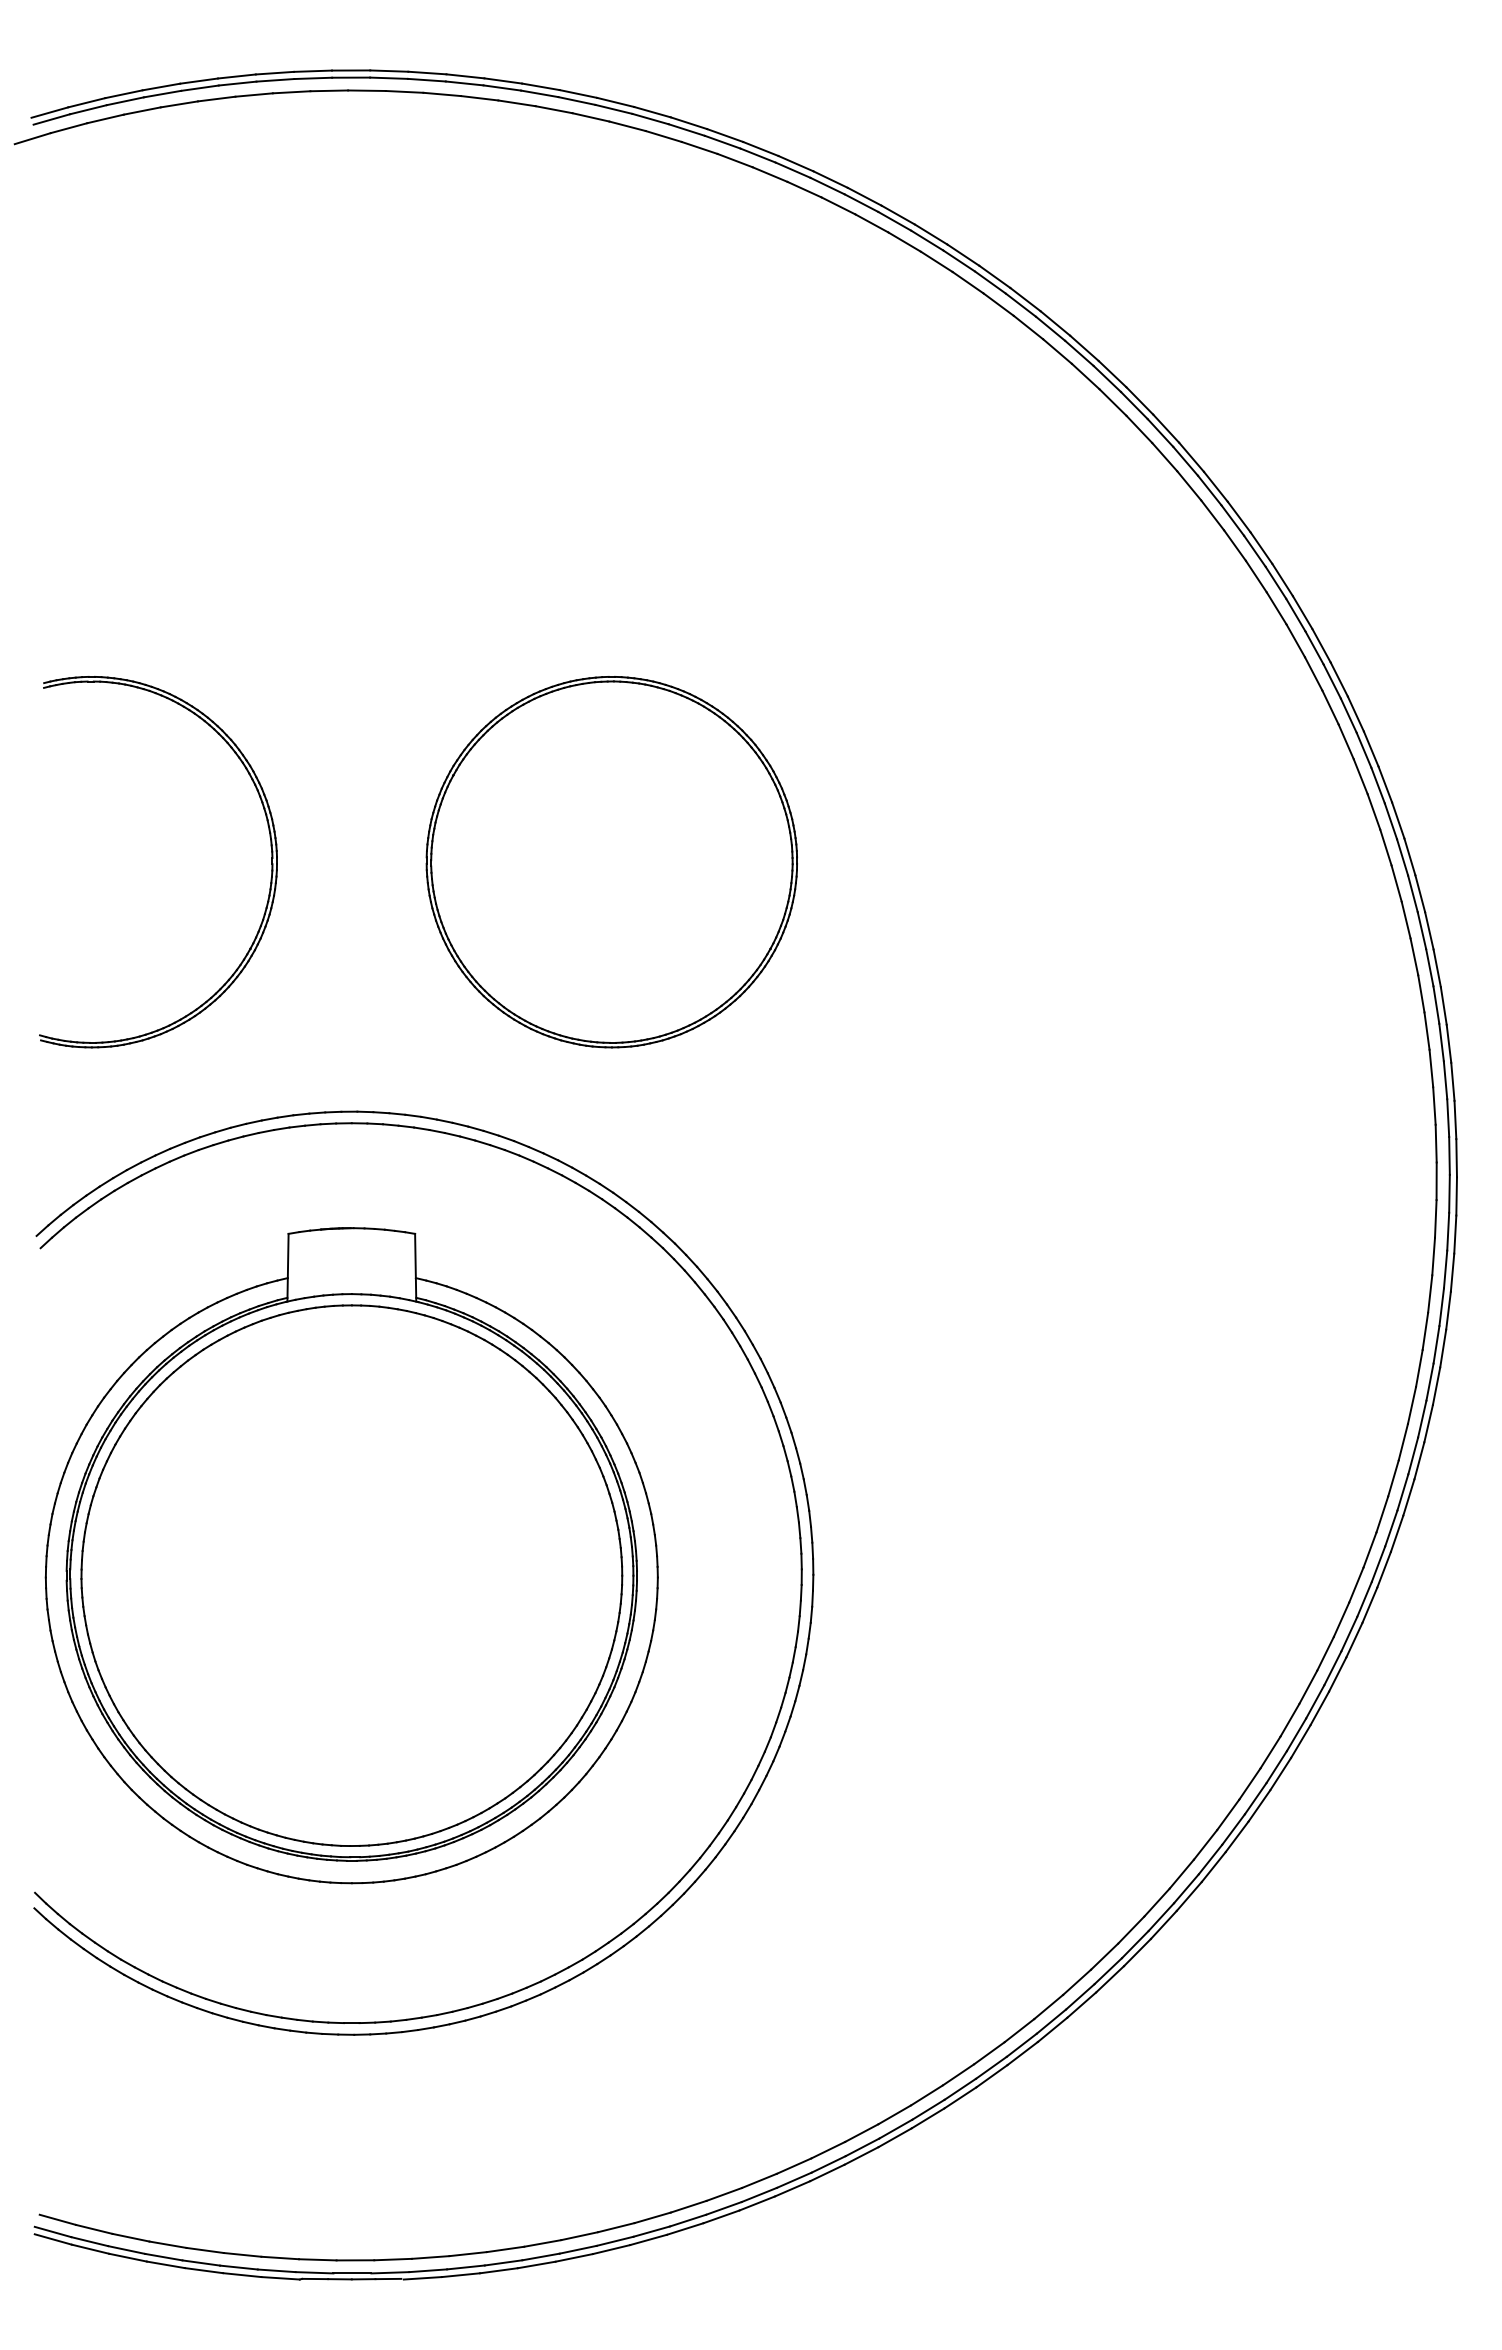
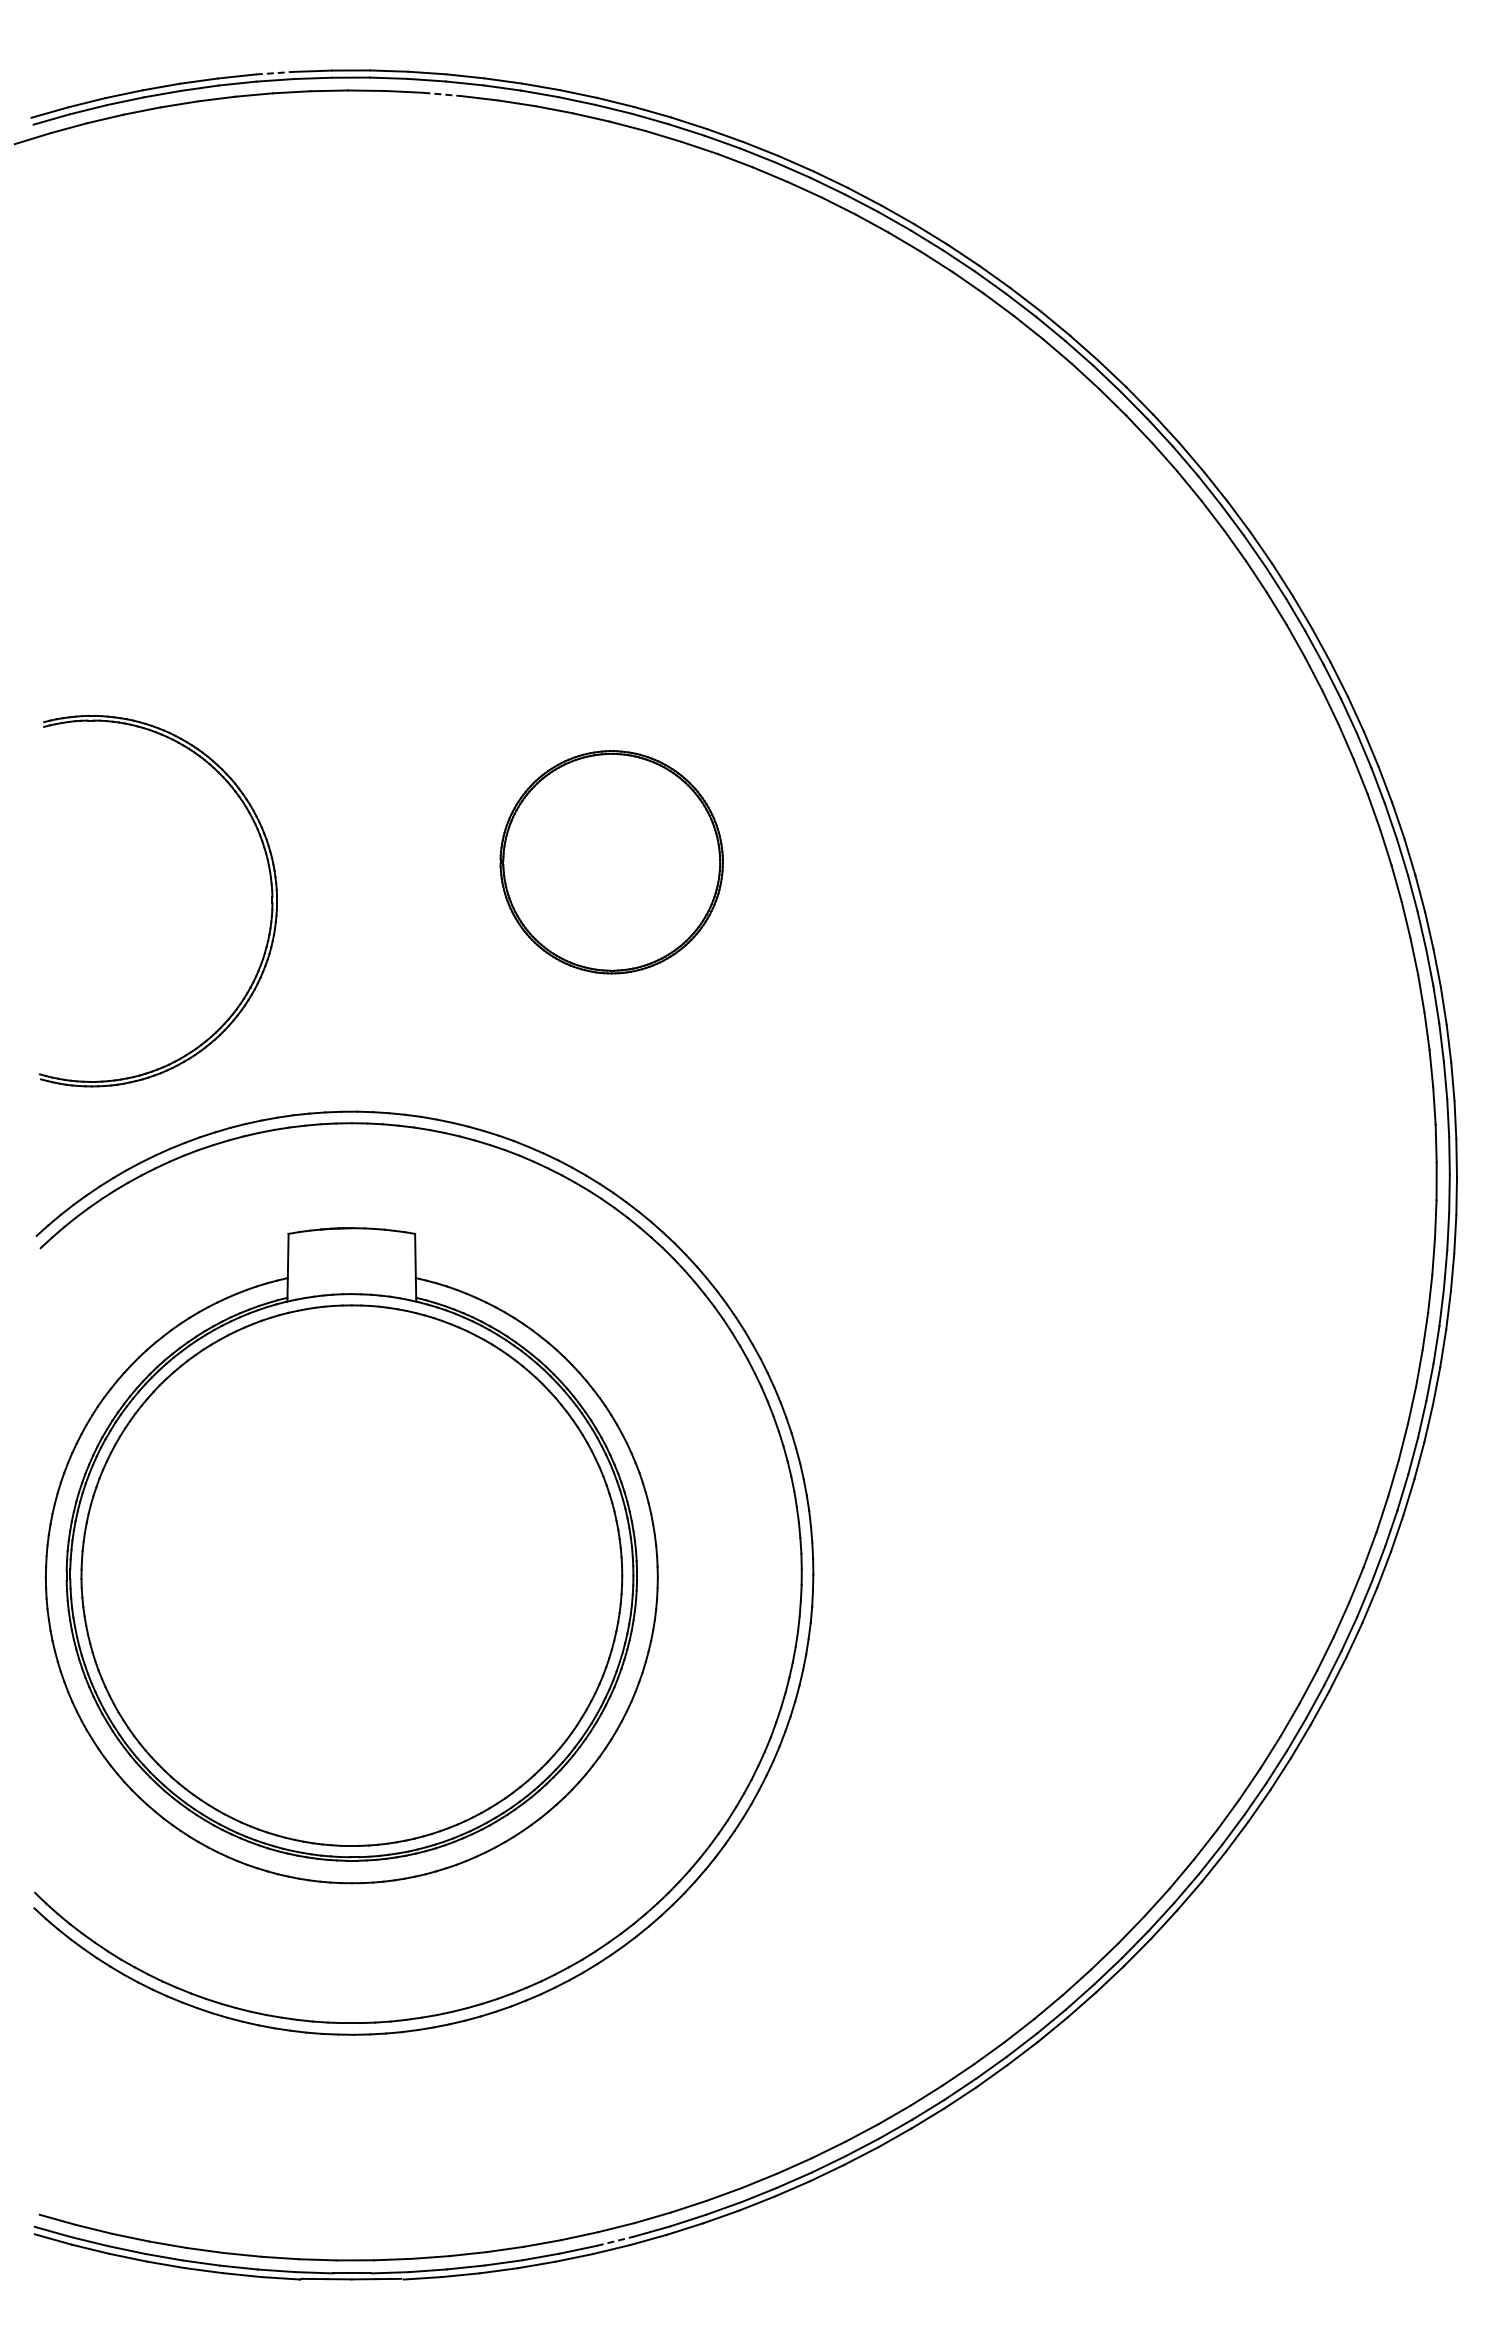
line at (275, 73): solid -> dashed
line at (442, 94): solid -> dashed
part at (271, 862) position: (271, 862) -> (271, 901)
part at (611, 862) size: 373x373 px -> 225x225 px
line at (615, 2241): solid -> dashed
